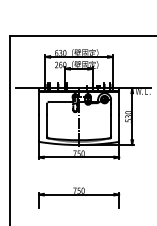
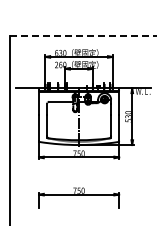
line at (83, 36): solid -> dashed
